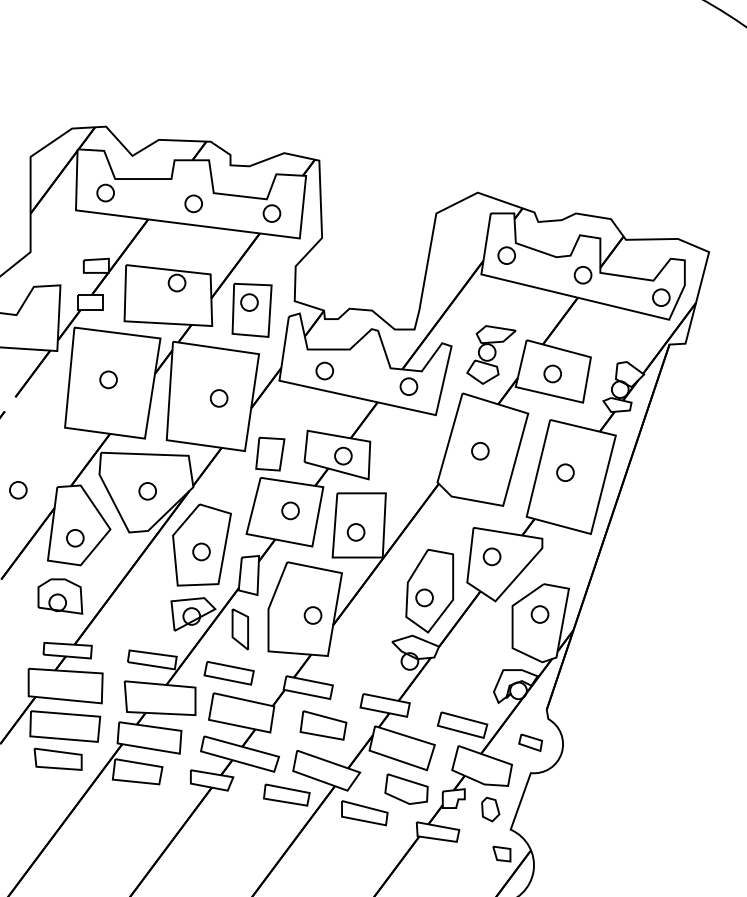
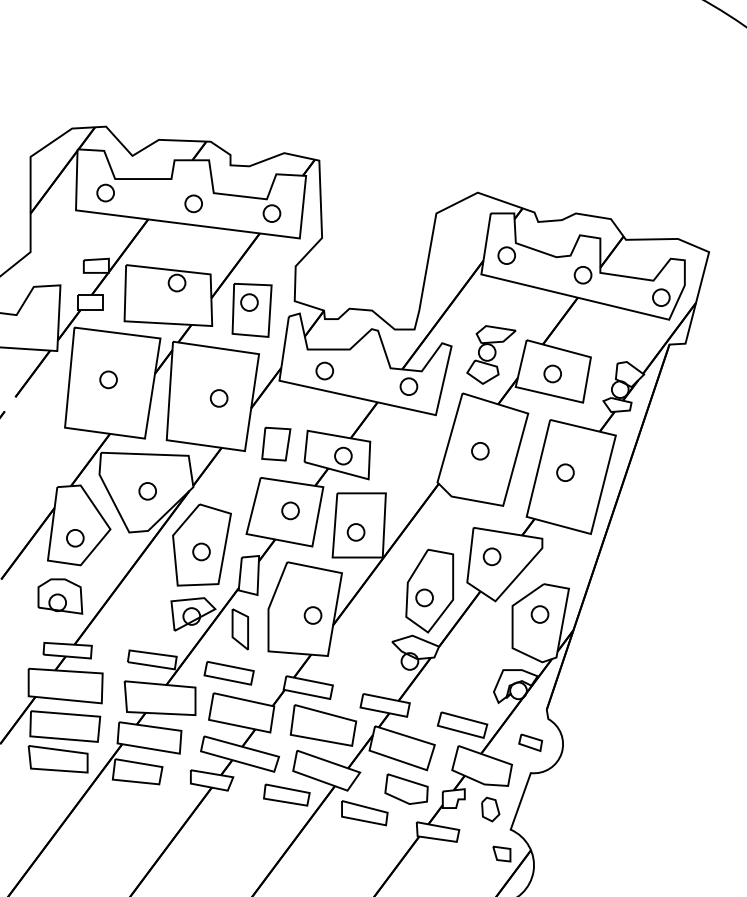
part at (270, 453) position: (270, 453) -> (276, 443)
circle at (18, 490): present -> none
part at (323, 725) size: 49x31 px -> 69x43 px
part at (57, 758) size: 50x24 px -> 62x29 px
